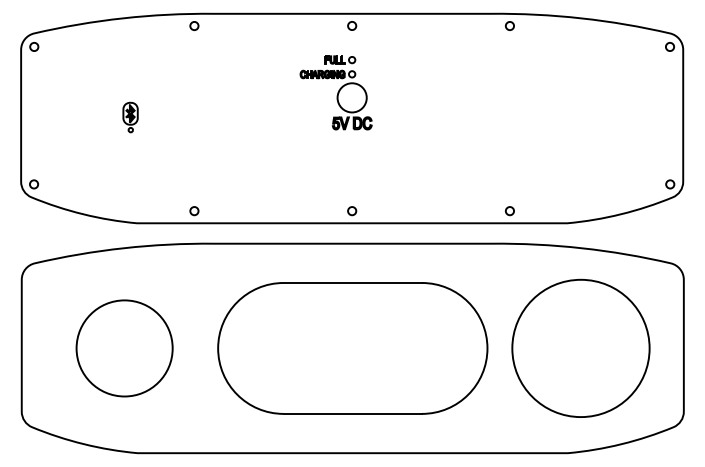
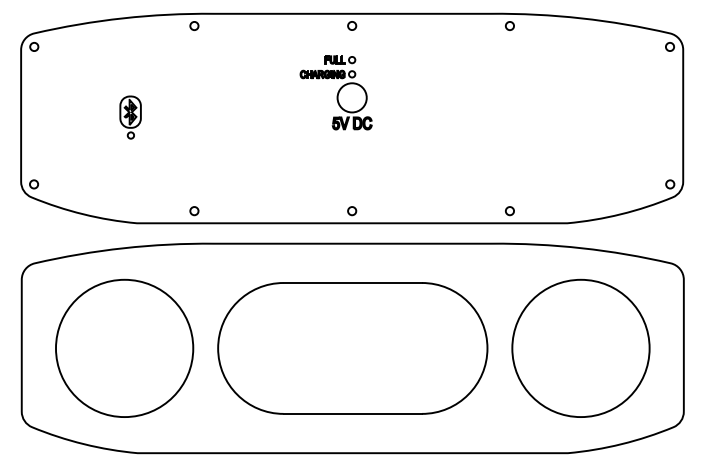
part at (130, 117) size: 17x33 px -> 23x45 px
circle at (124, 348) diameter: 96 px -> 137 px
